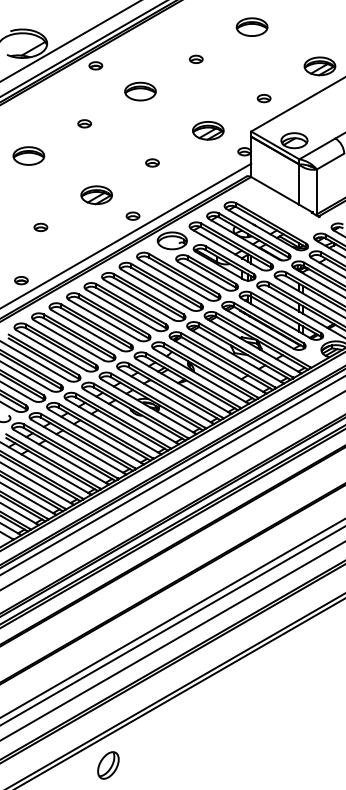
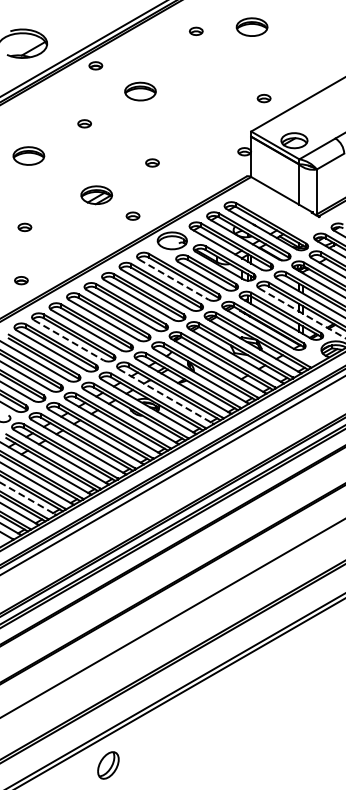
line at (70, 41): present -> none
part at (196, 58) position: (196, 58) -> (196, 30)
part at (319, 66): present -> none
part at (208, 130): present -> none
part at (40, 226) position: (40, 226) -> (24, 226)
line at (126, 235): present -> none
line at (174, 279): solid -> dashed
line at (302, 313): solid -> dashed
line at (69, 340): solid -> dashed
line at (166, 396): solid -> dashed
line at (172, 490): present -> none
line at (27, 498): solid -> dashed
line at (172, 626): present -> none
line at (172, 640): present -> none
